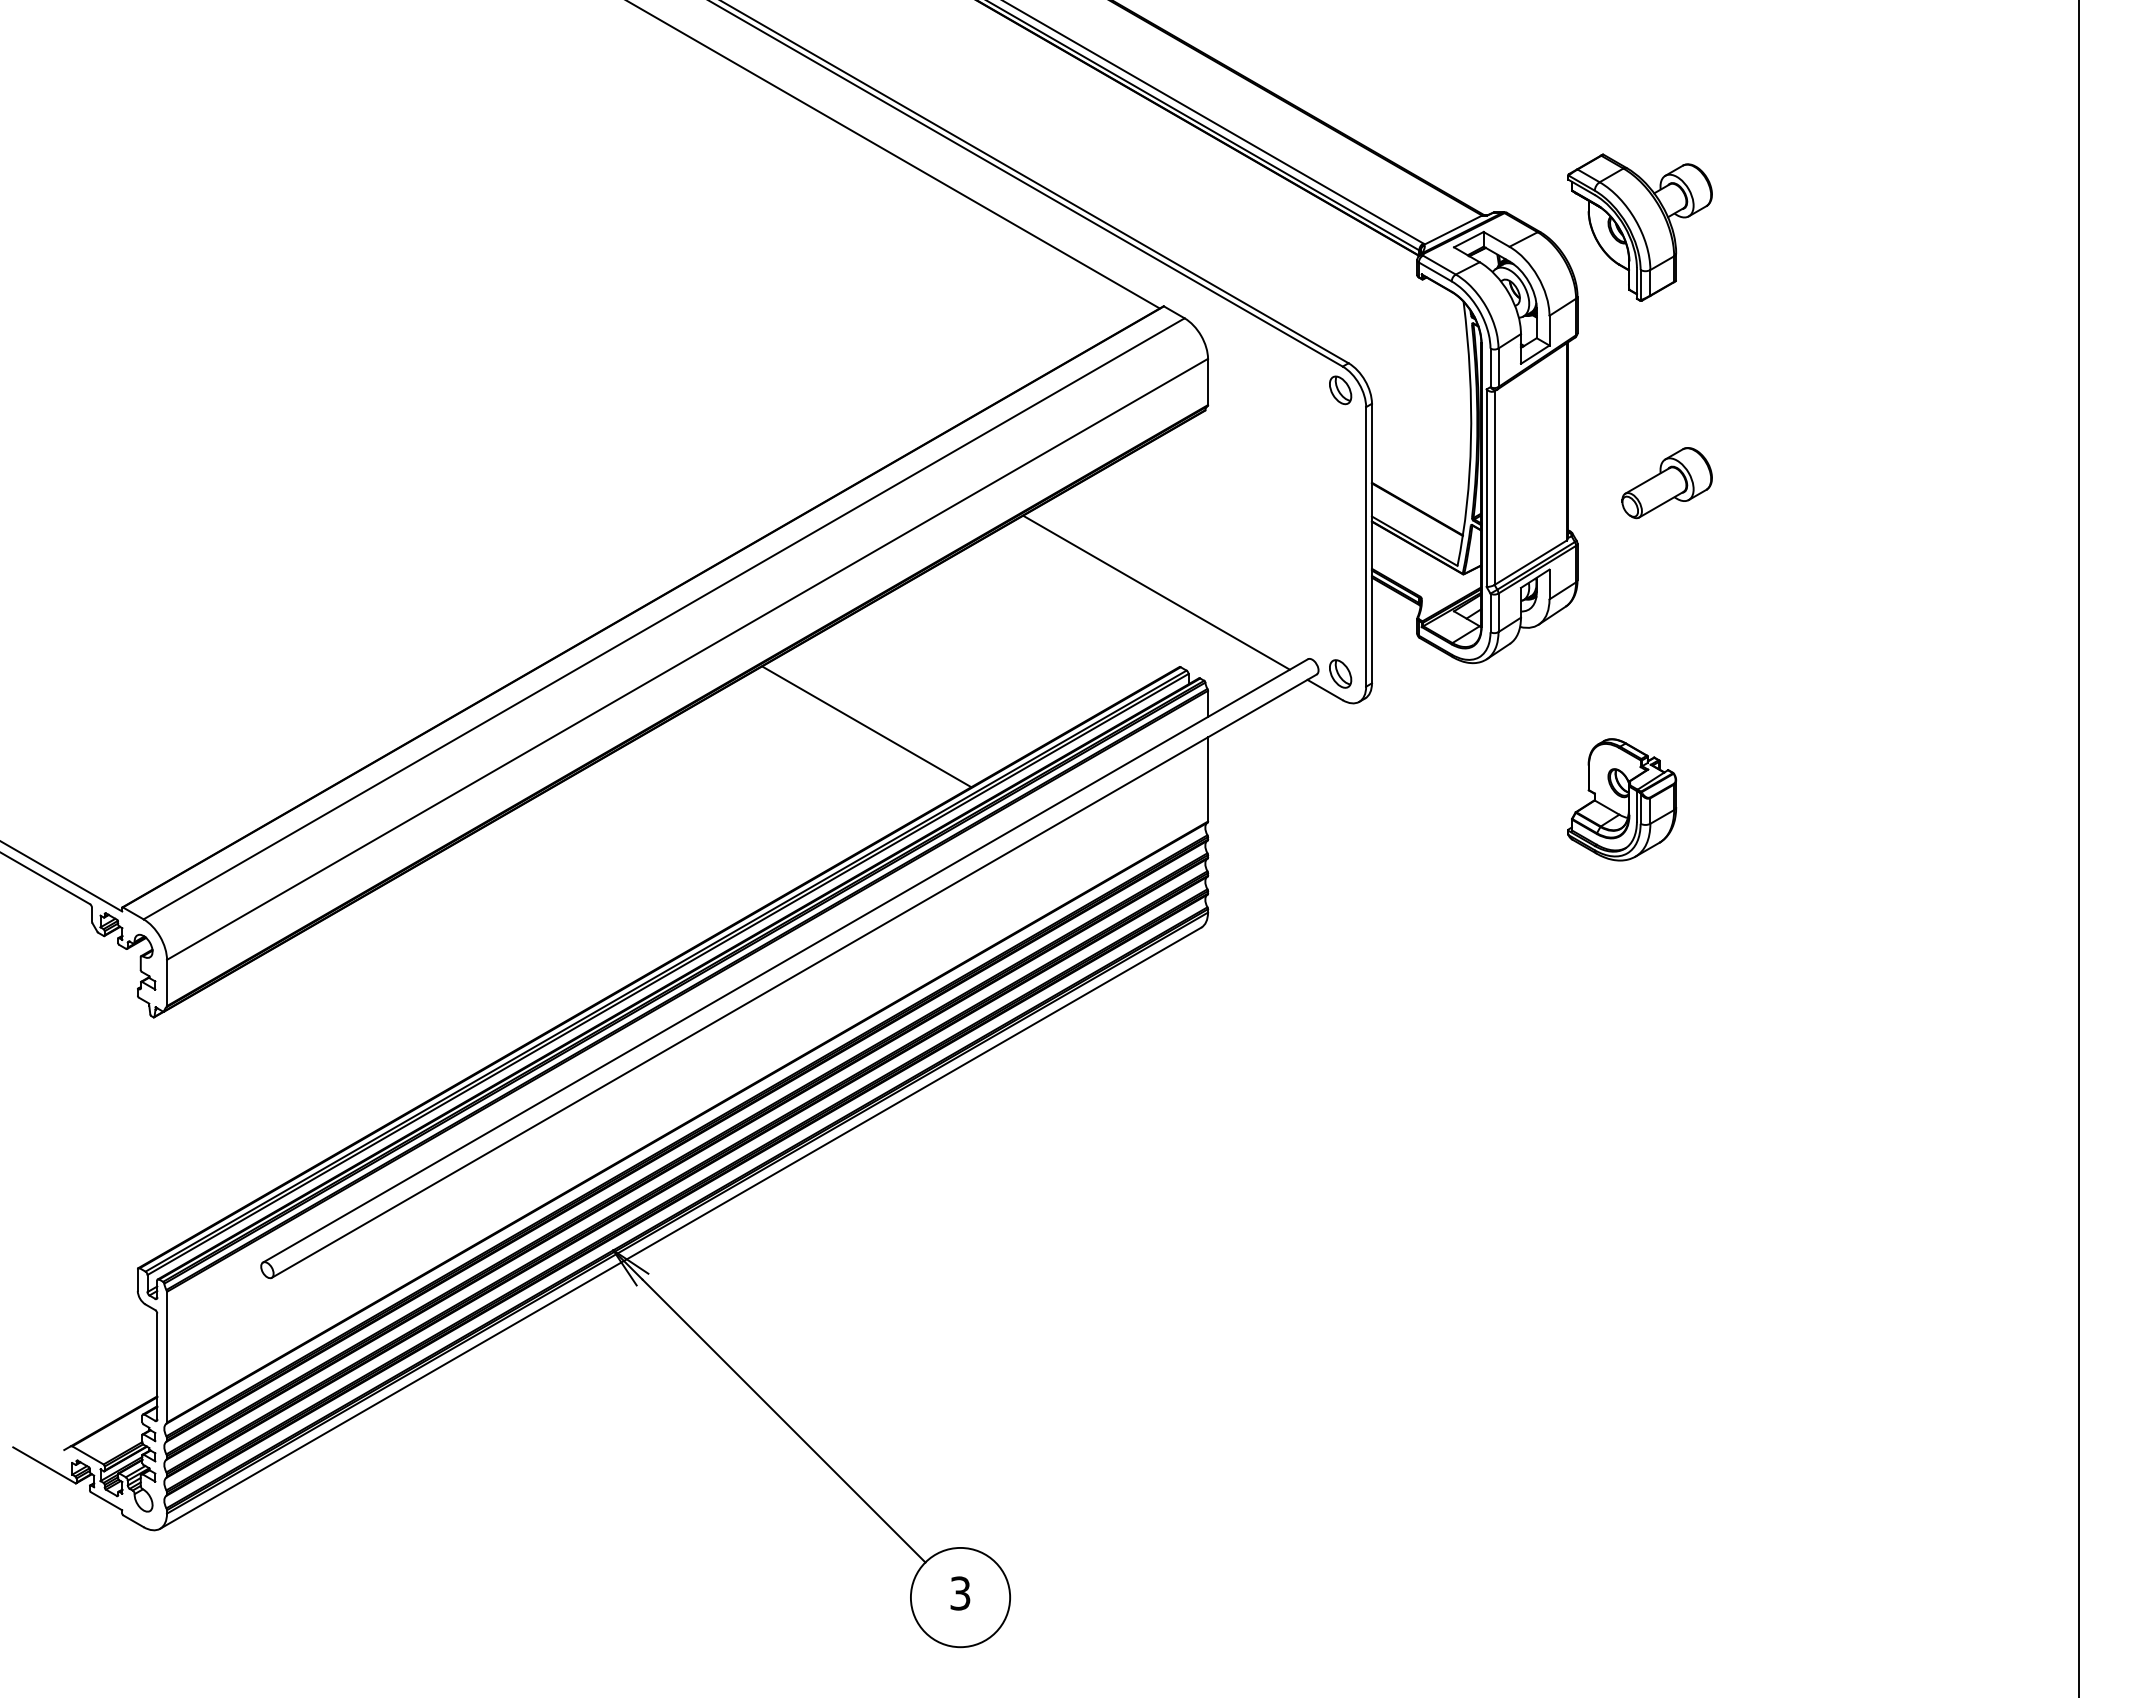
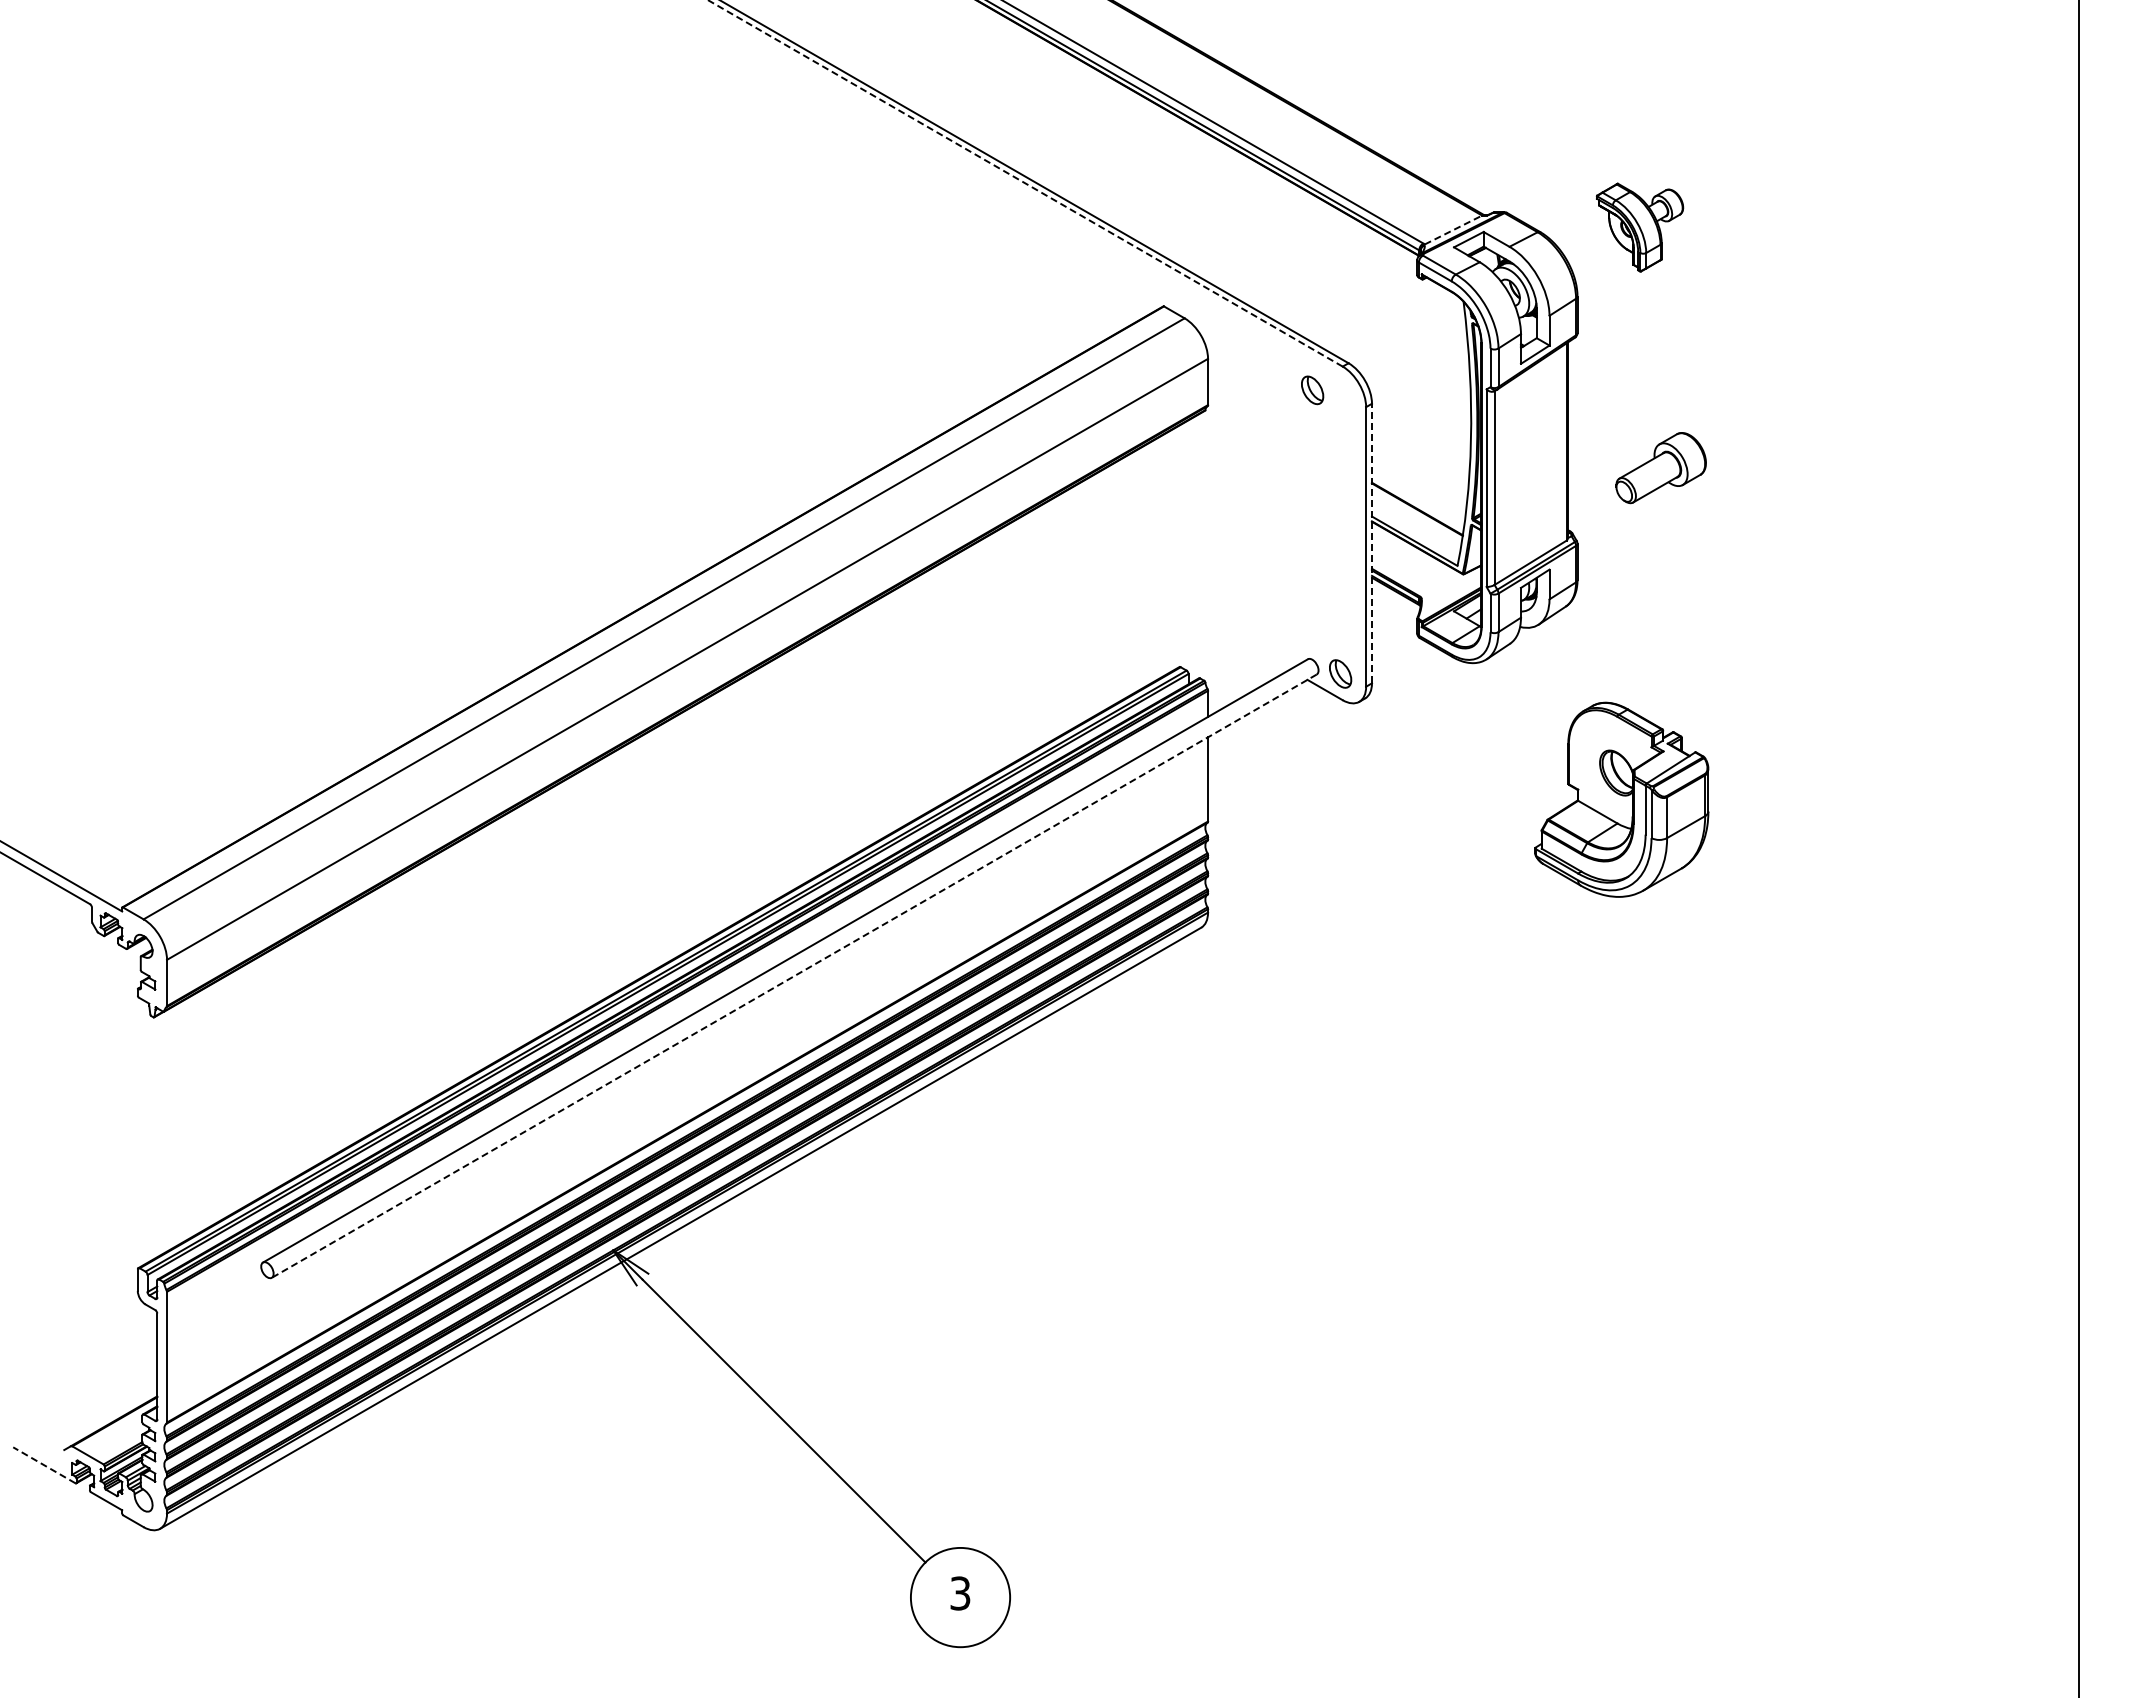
line at (894, 155): present -> none
line at (1025, 183): solid -> dashed
part at (1639, 227) size: 146x149 px -> 90x91 px
line at (1453, 229): solid -> dashed
part at (1340, 390) position: (1340, 390) -> (1312, 390)
part at (1666, 483) position: (1666, 483) -> (1660, 468)
line at (1371, 543): solid -> dashed
line at (1156, 592): present -> none
line at (866, 726): present -> none
part at (1622, 799) size: 111x124 px -> 176x197 px
line at (793, 976): solid -> dashed
line at (44, 1465): solid -> dashed
